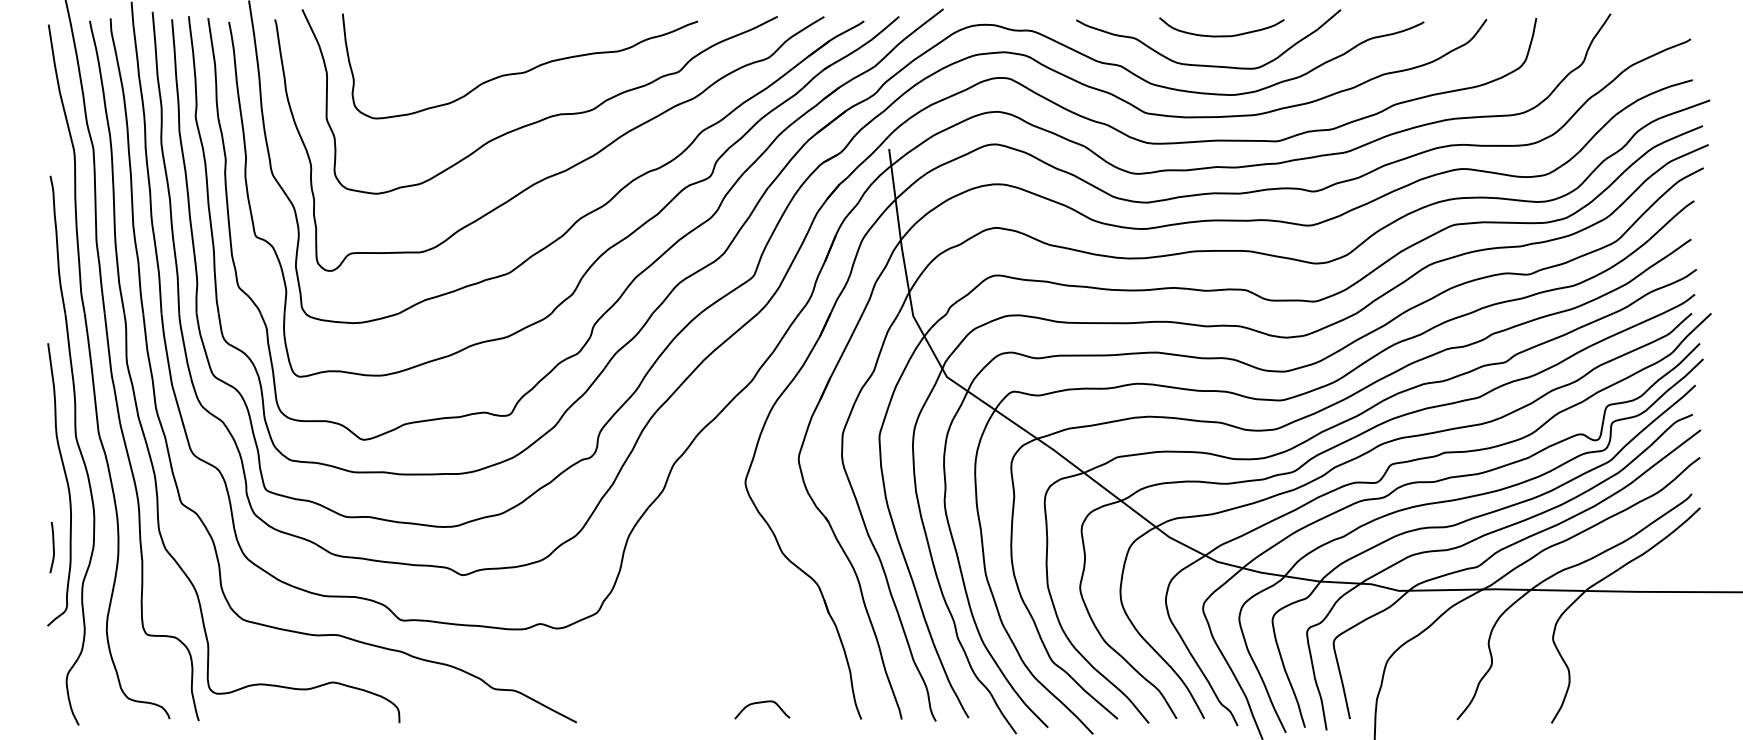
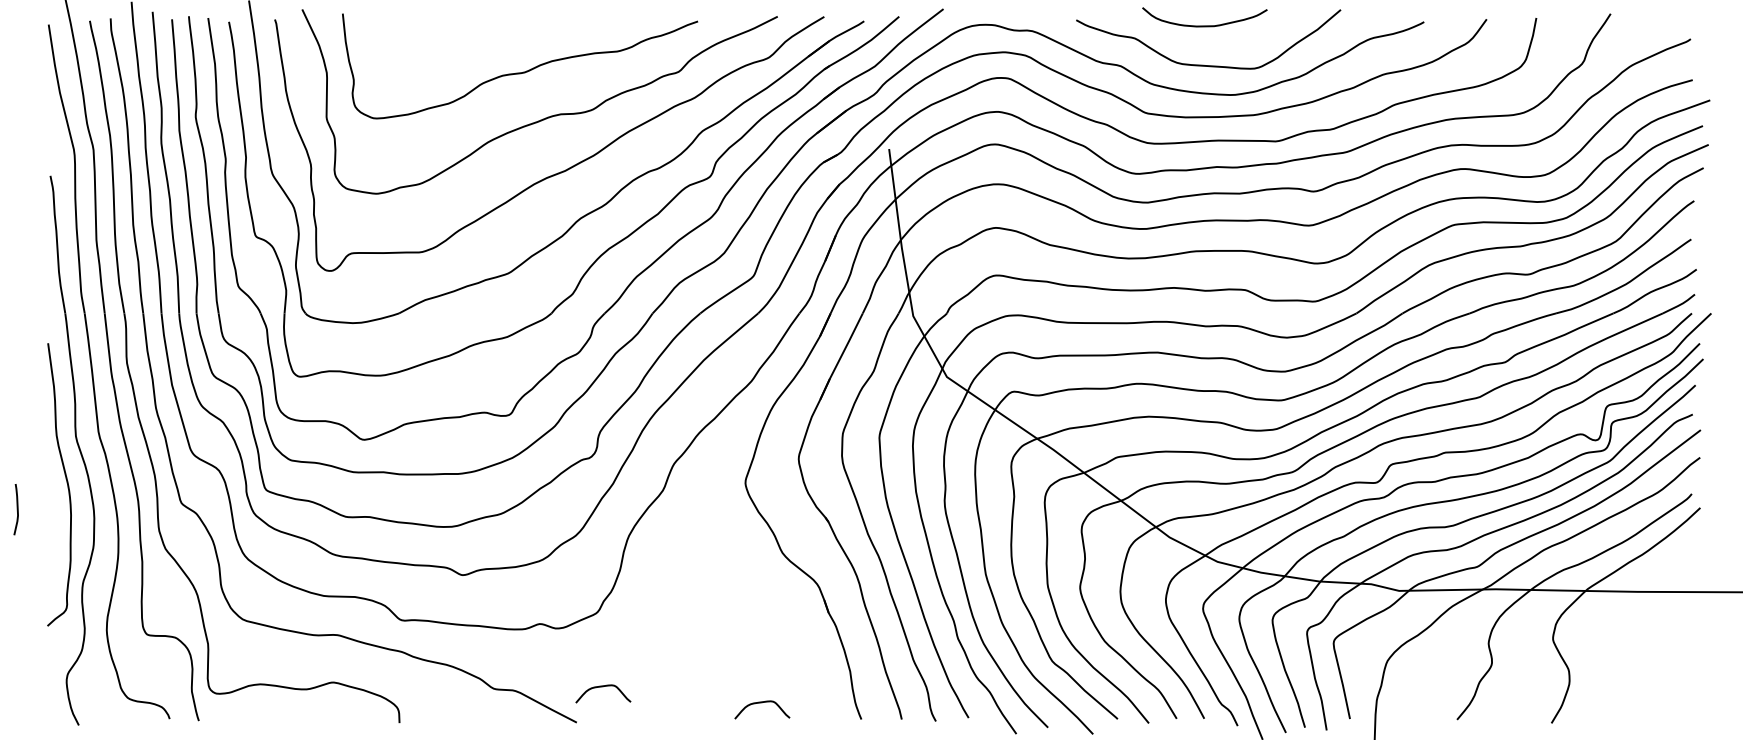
curve at (1221, 35) position: (1221, 35) -> (1204, 25)
curve at (52, 547) position: (52, 547) -> (16, 509)
curve at (603, 687): none -> present
